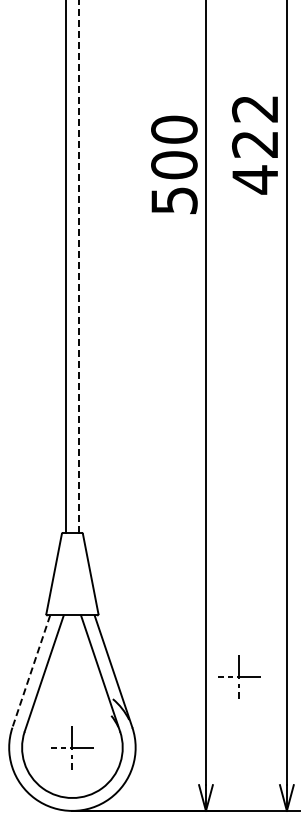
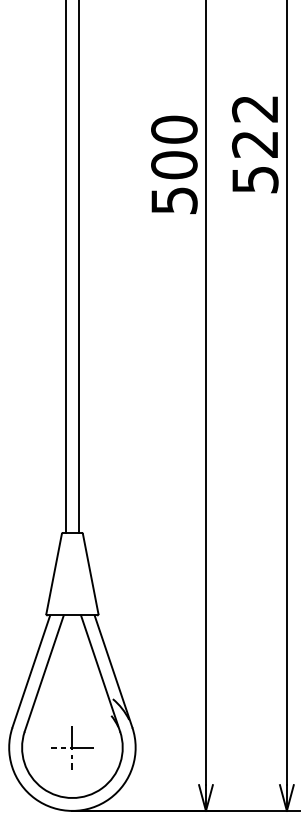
text at (255, 179): 422 -> 522
line at (78, 267): dashed -> solid
line at (31, 671): dashed -> solid
part at (239, 676): present -> none
